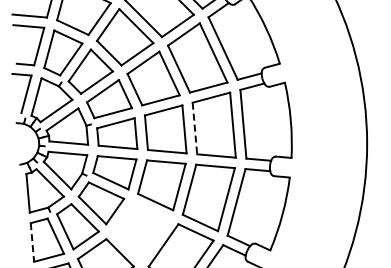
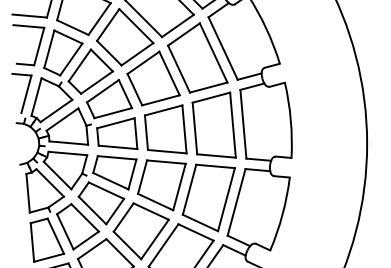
line at (194, 128): dashed -> solid
part at (140, 231): none -> present
line at (32, 243): dashed -> solid
